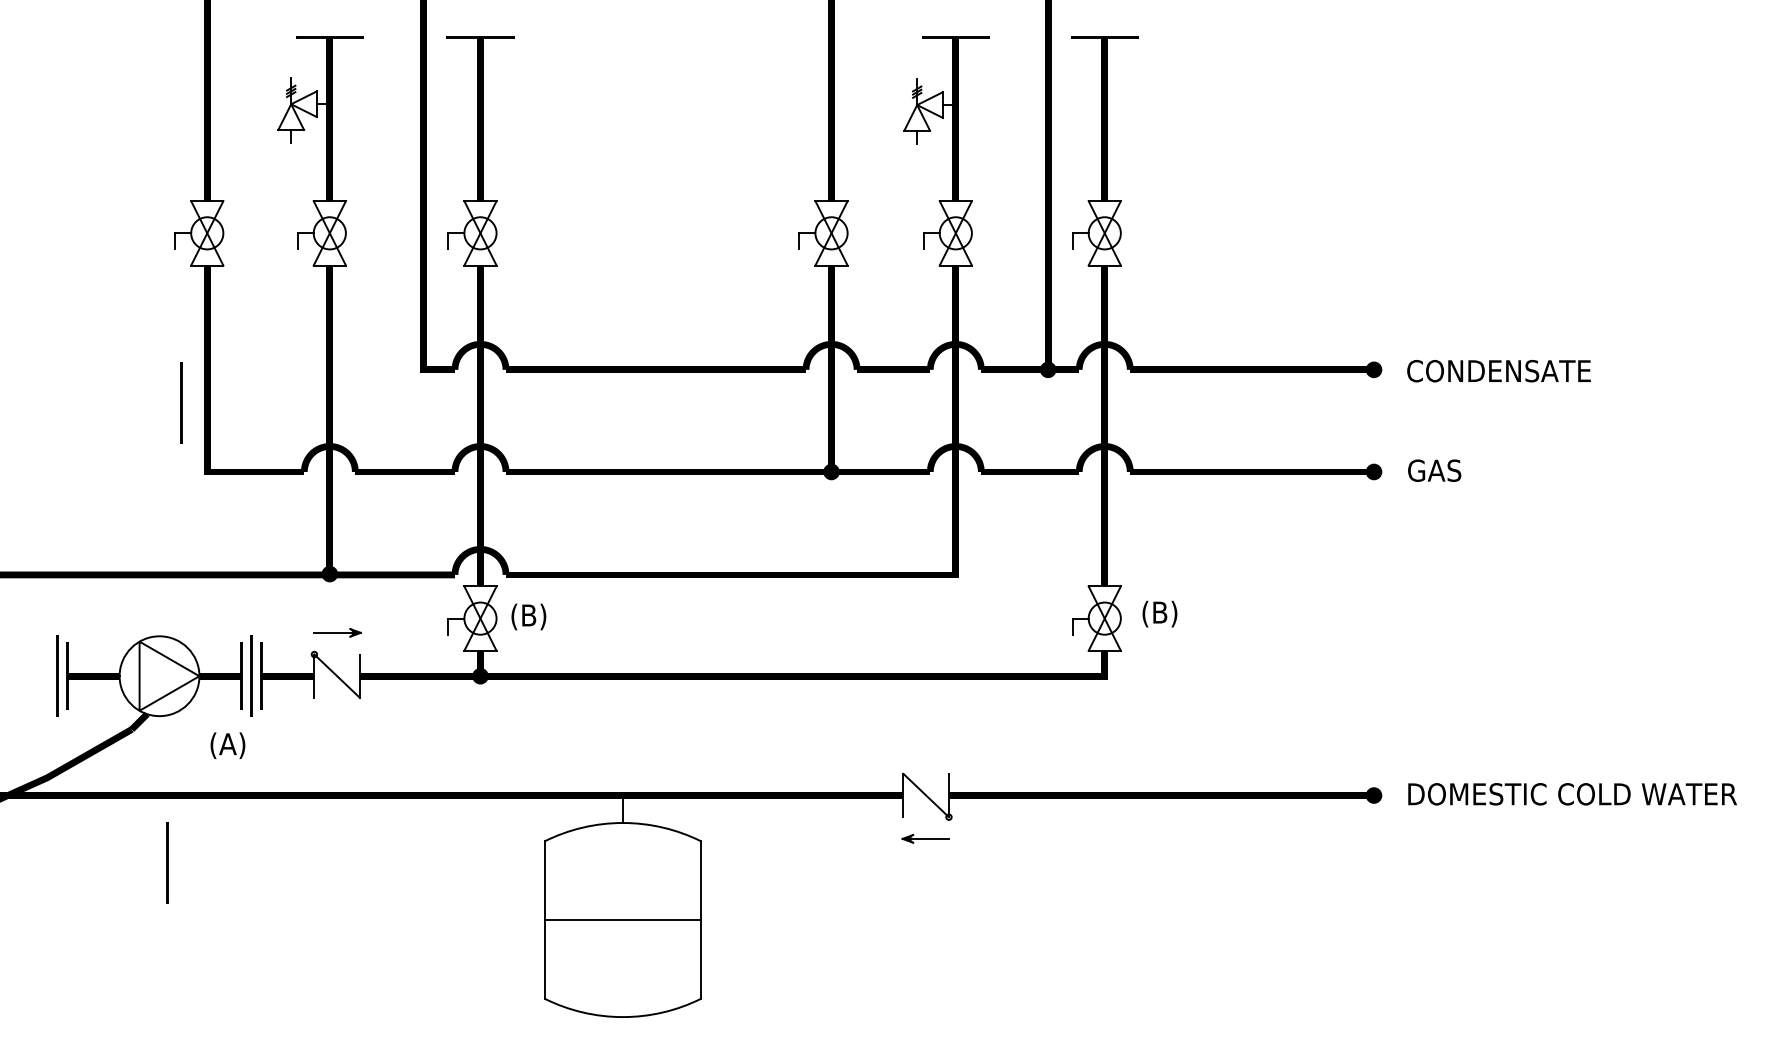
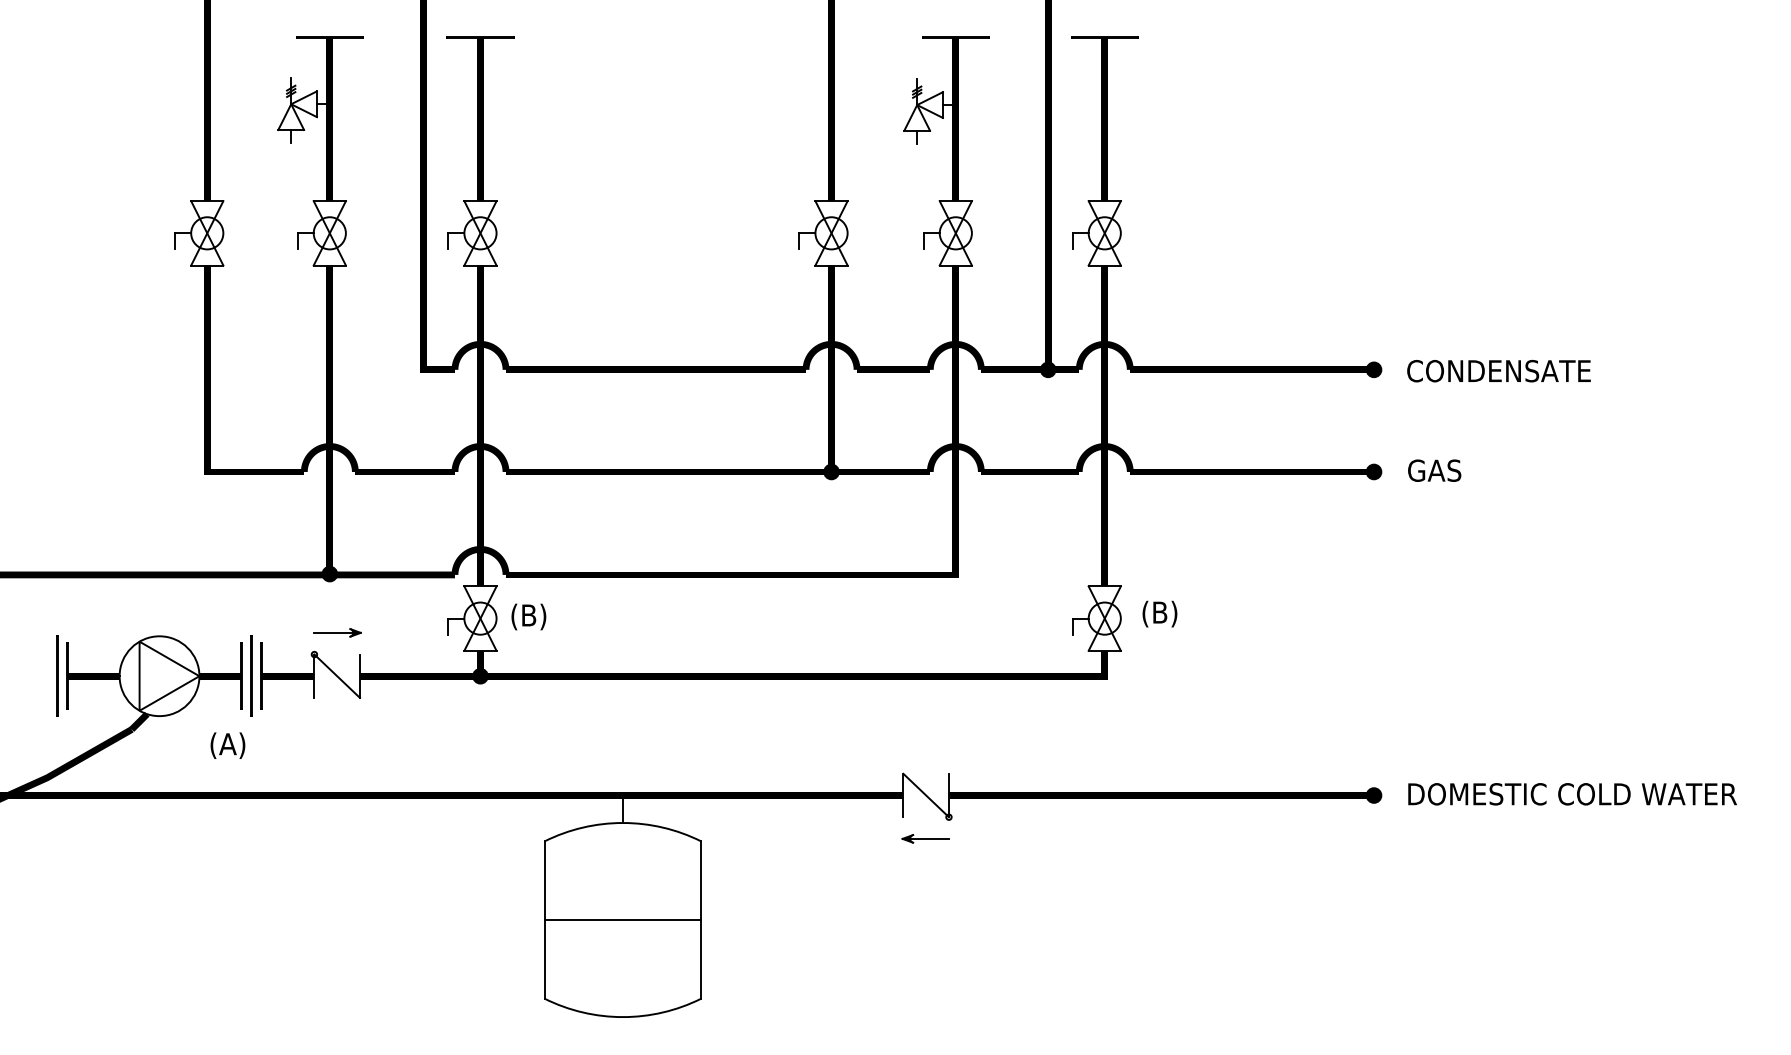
line at (181, 402): present -> none
line at (167, 862): present -> none
